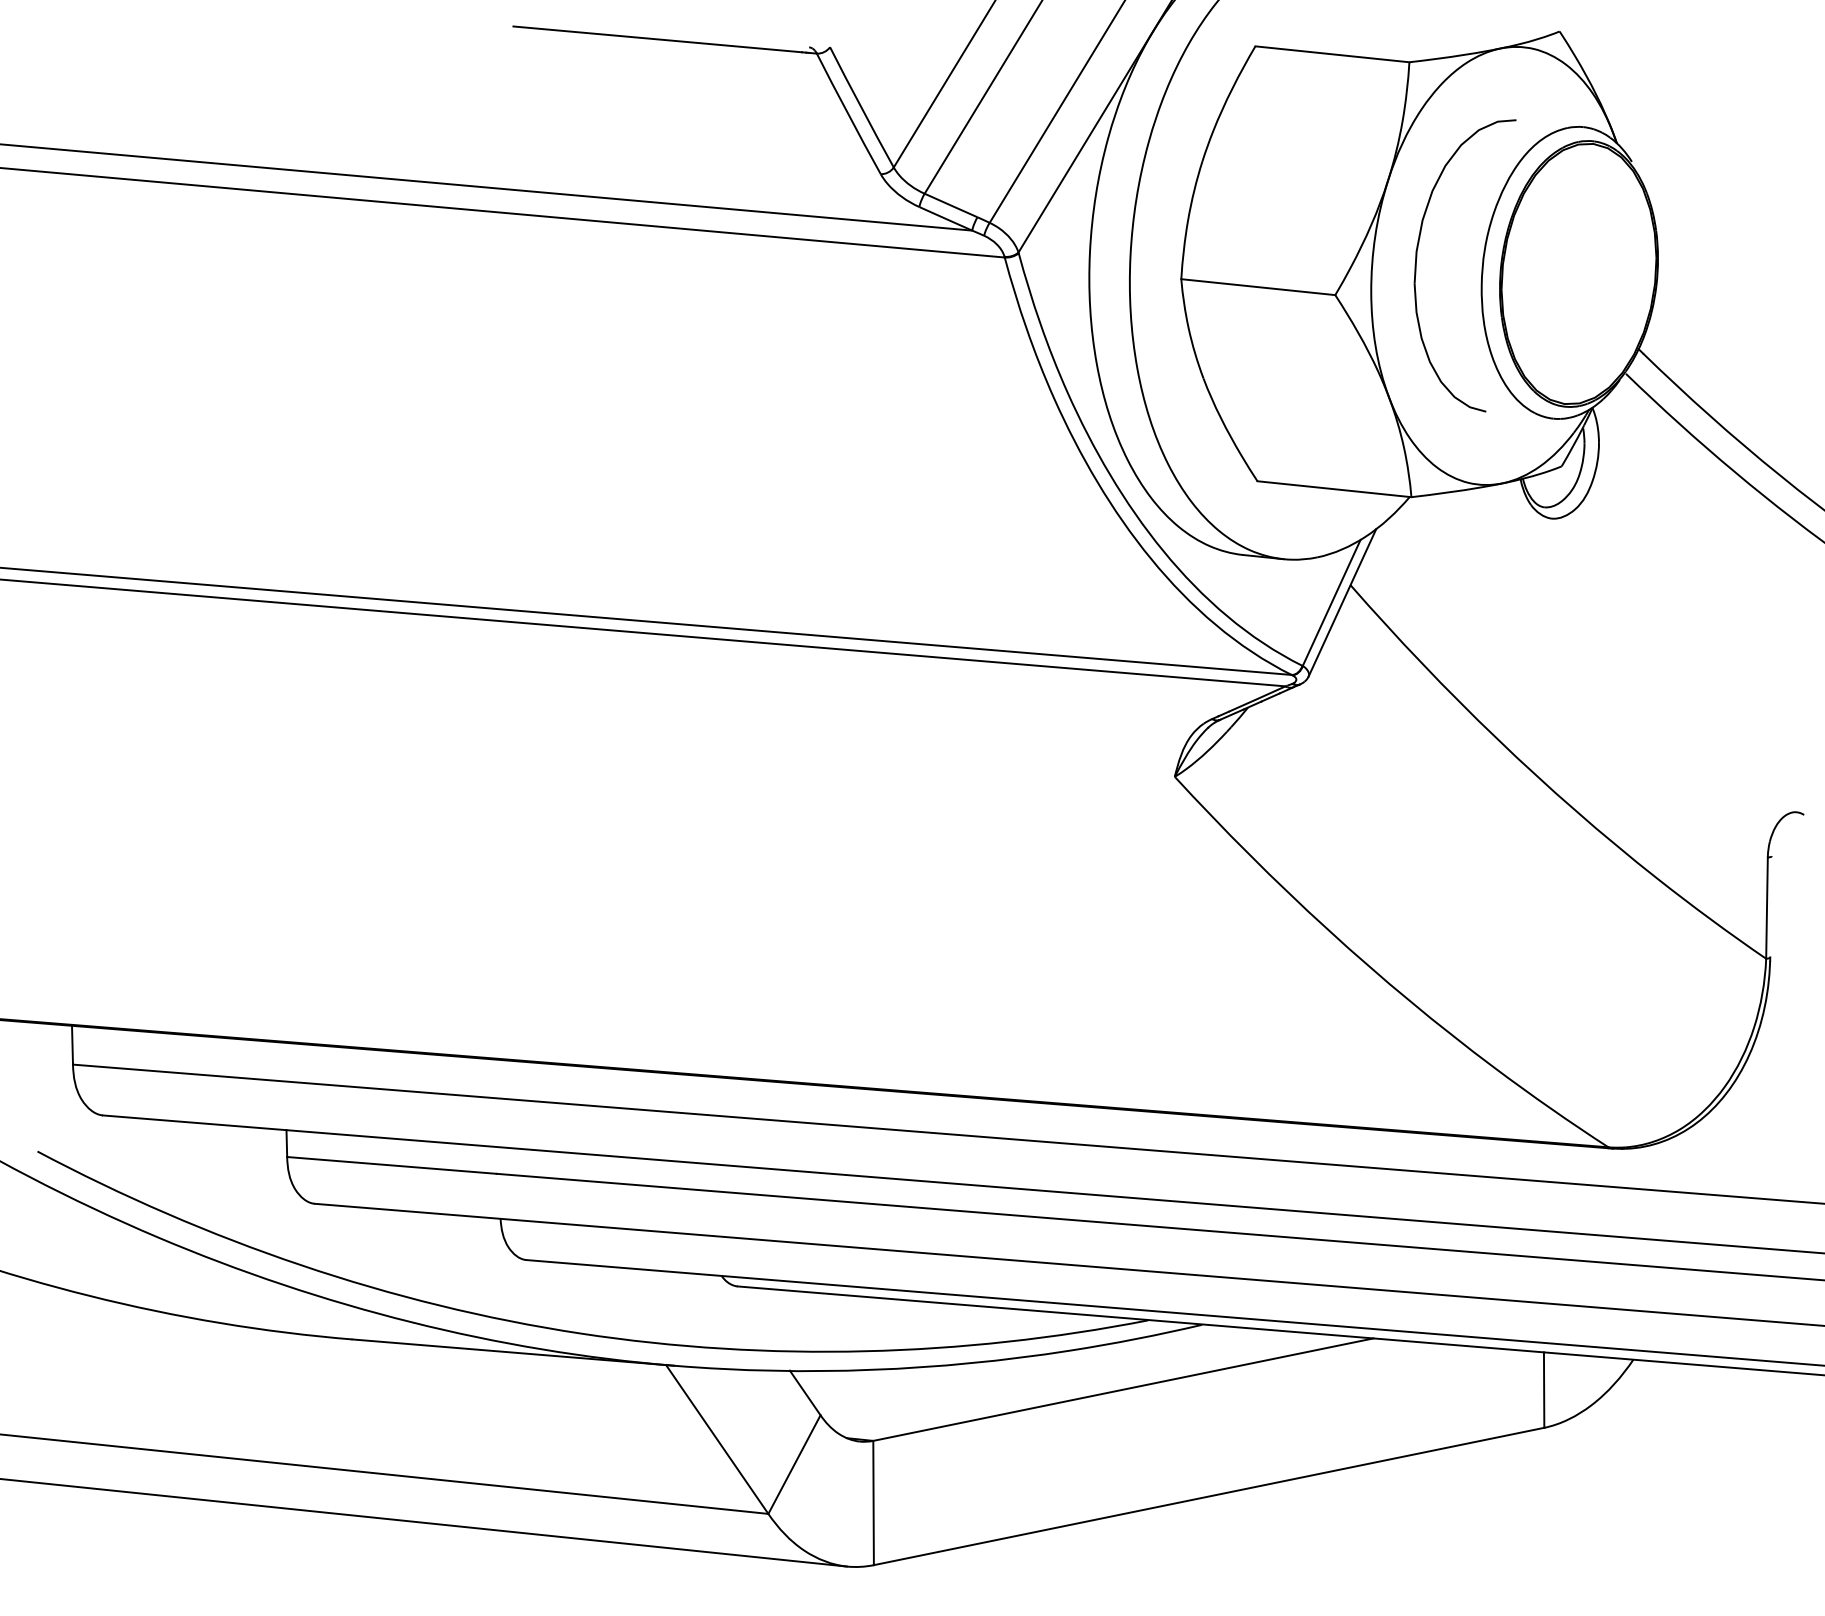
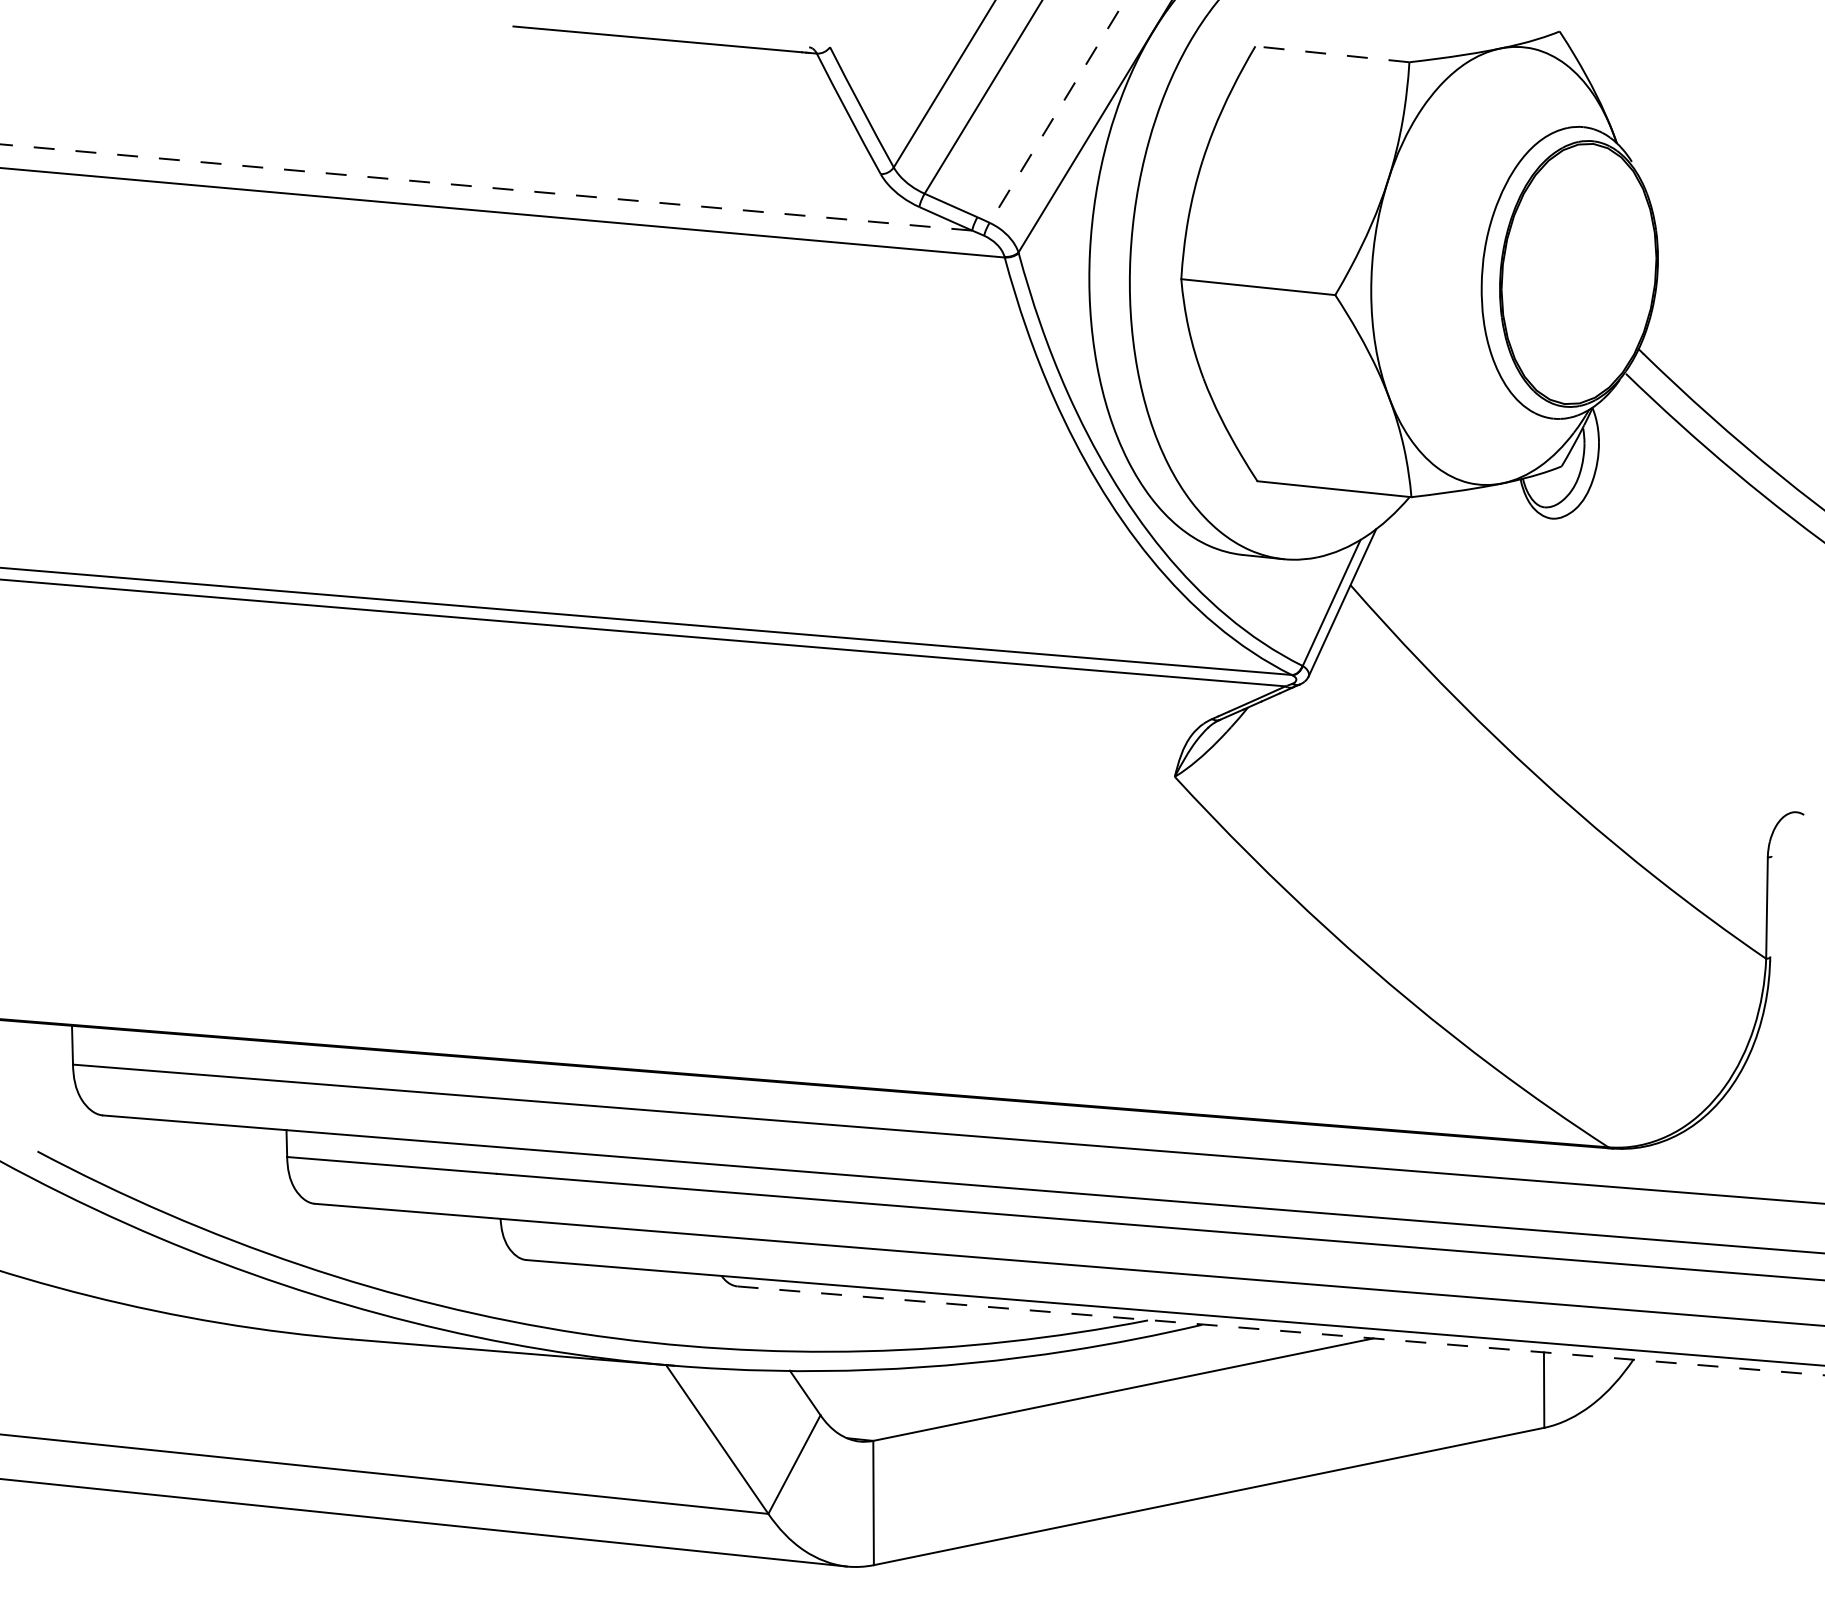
line at (1331, 54): solid -> dashed
line at (1057, 111): solid -> dashed
line at (486, 187): solid -> dashed
part at (1417, 258): present -> none
line at (1281, 1330): solid -> dashed
